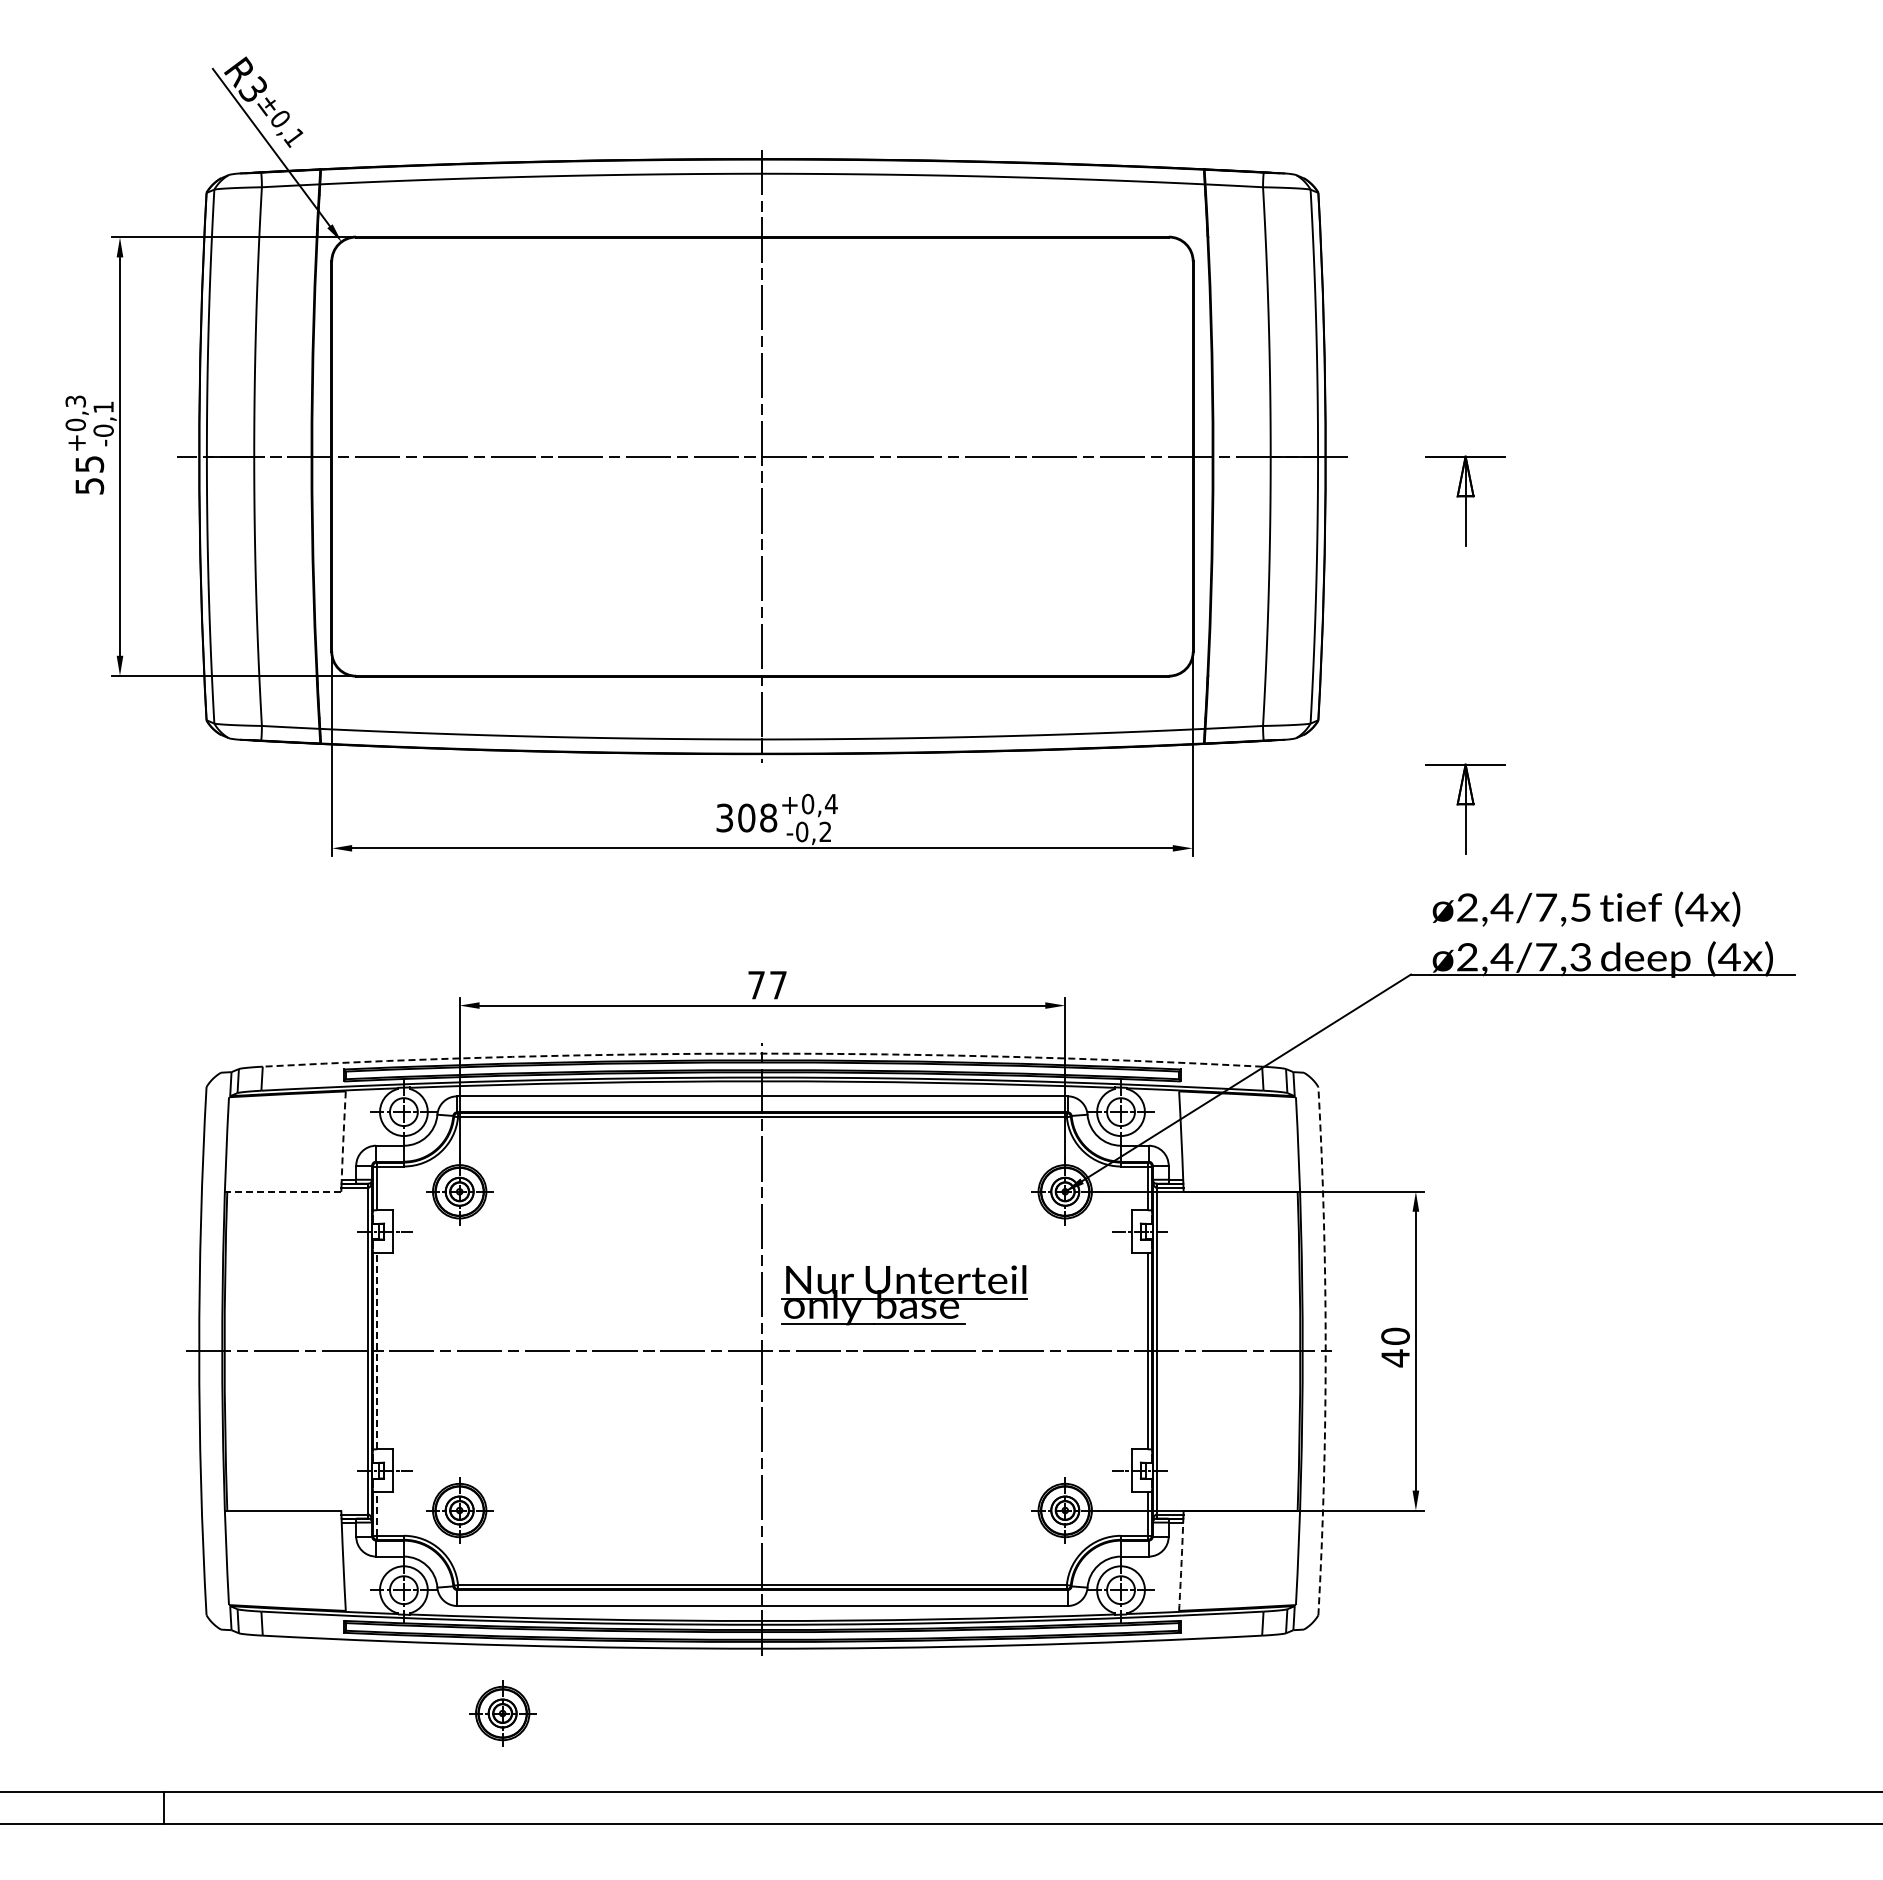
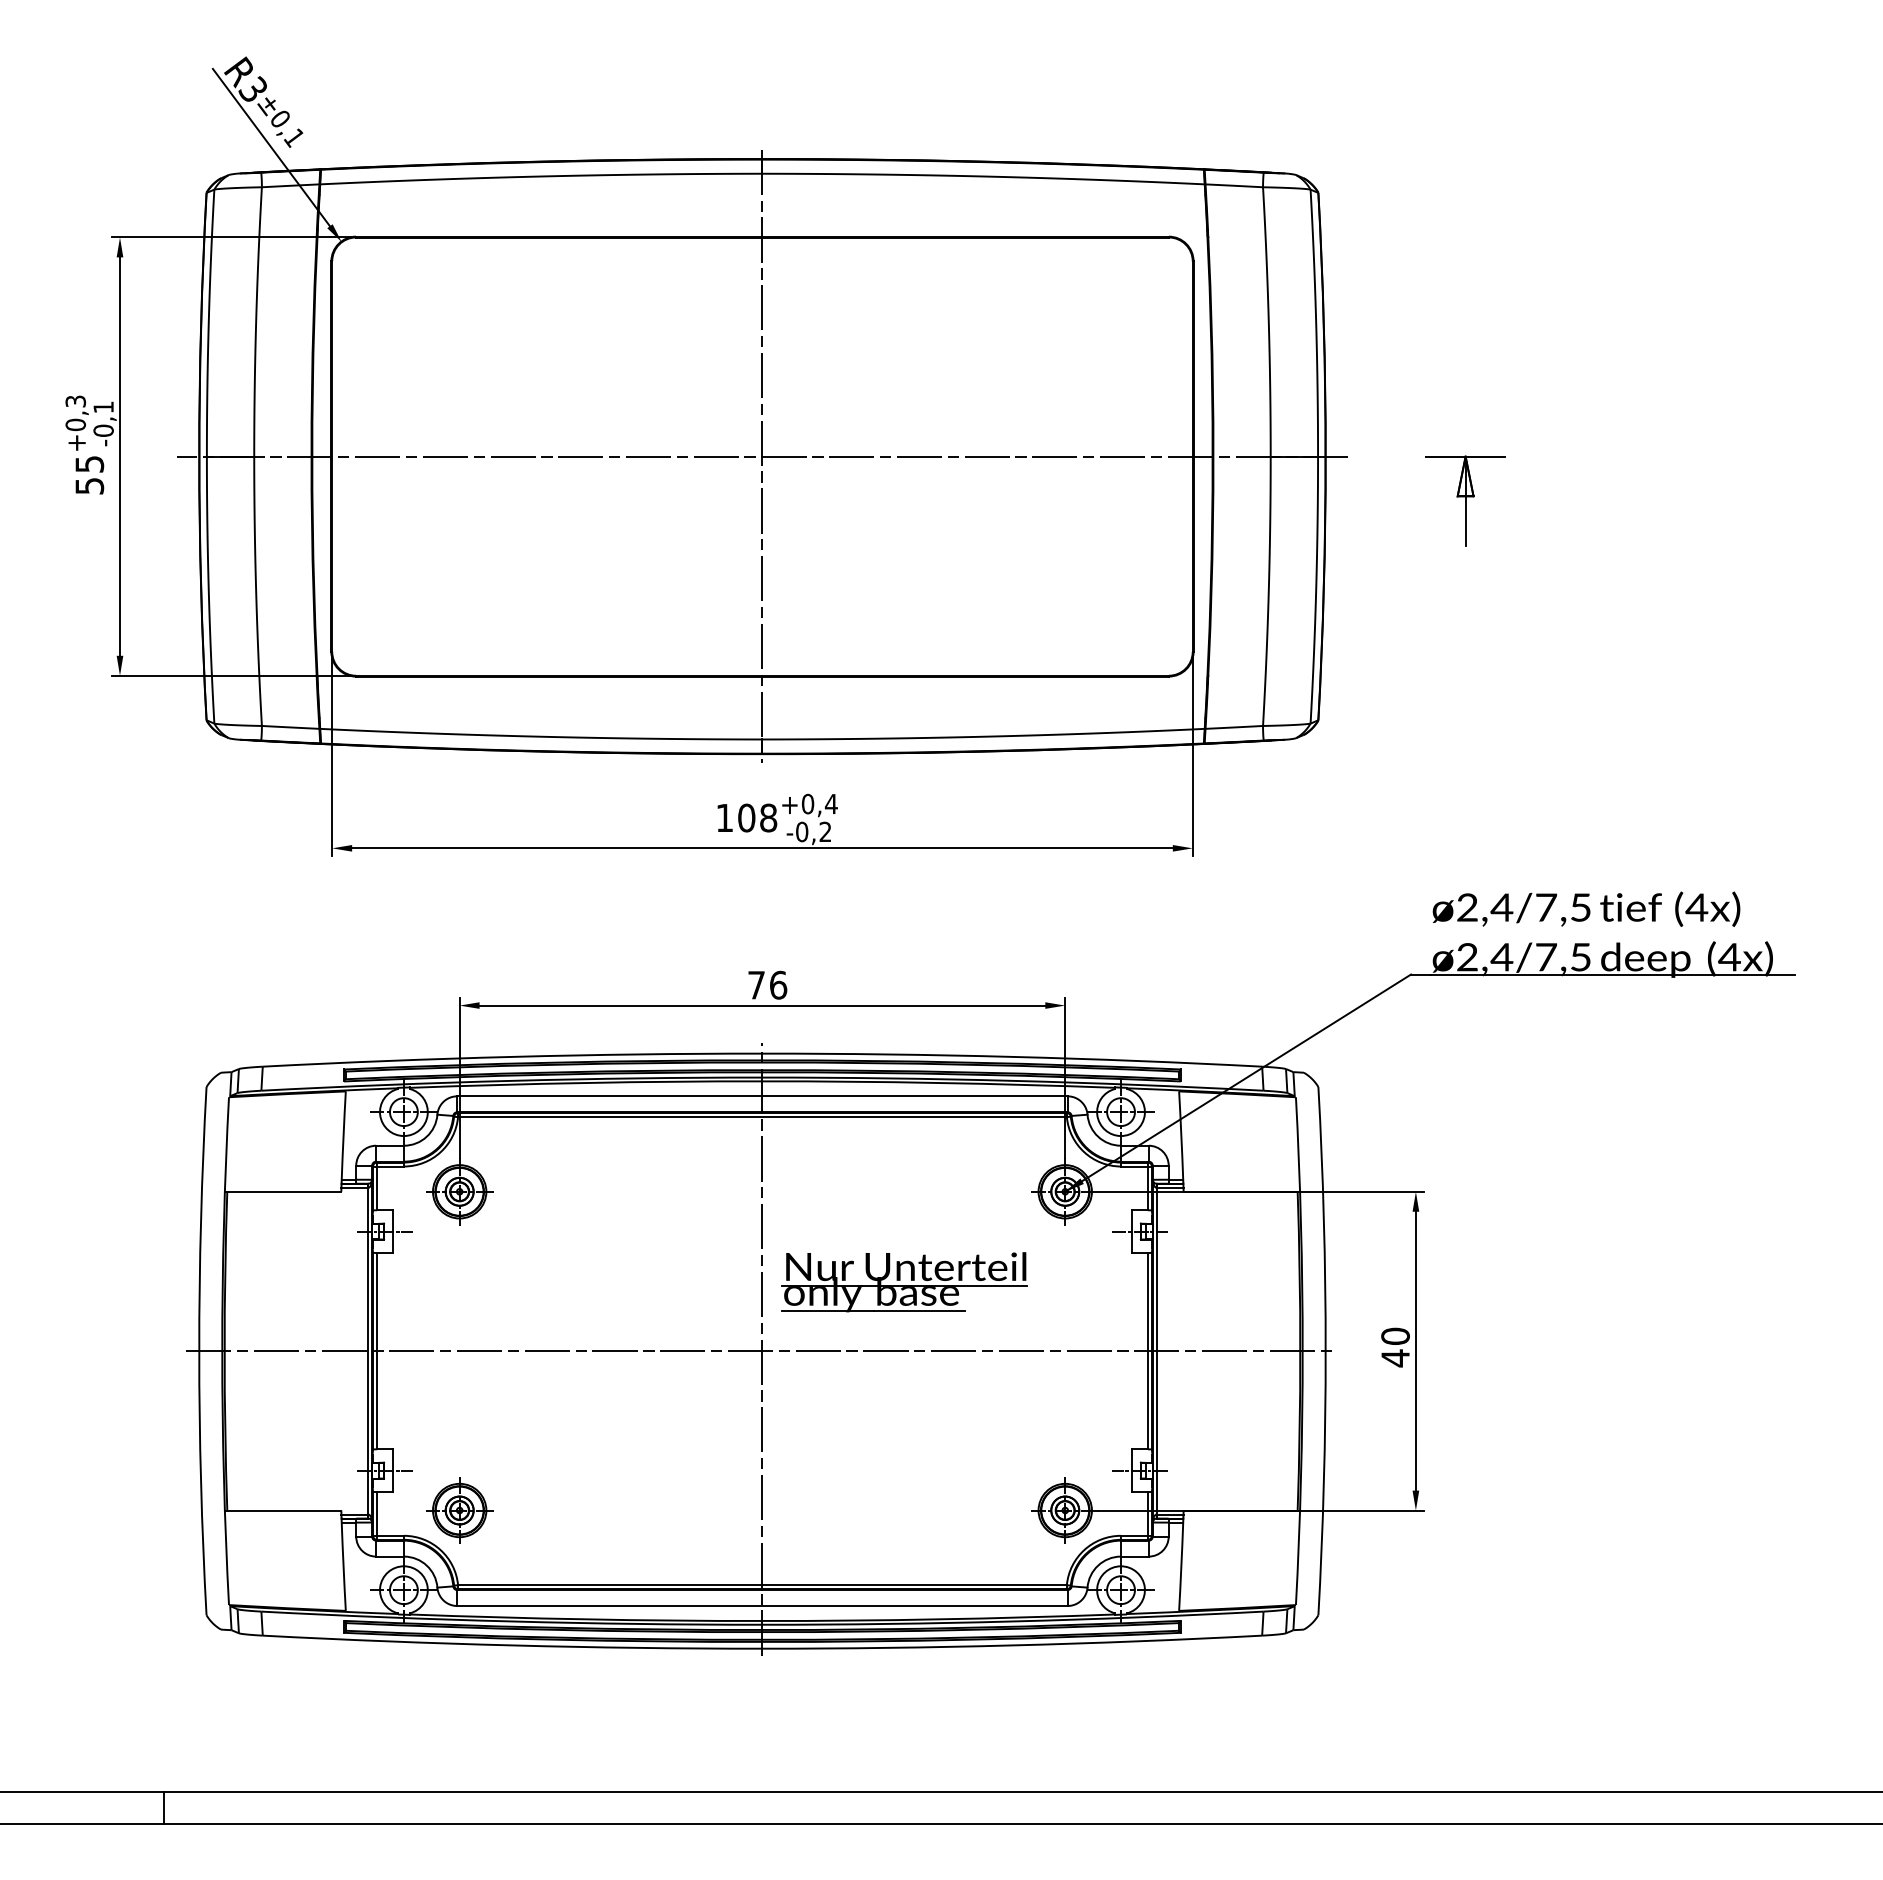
part at (1465, 808): present -> none
text at (724, 817): 308 -> 108
text at (1580, 957): ø2,4/7,3 -> ø2,4/7,5
text at (778, 984): 77 -> 76
arc at (762, 1053): dashed -> solid
arc at (343, 1135): dashed -> solid
line at (283, 1191): dashed -> solid
part at (904, 1295) position: (904, 1295) -> (904, 1282)
line at (377, 1350): dashed -> solid
arc at (1325, 1351): dashed -> solid
line at (377, 1513): dashed -> solid
arc at (1181, 1566): dashed -> solid
part at (502, 1713): present -> none
